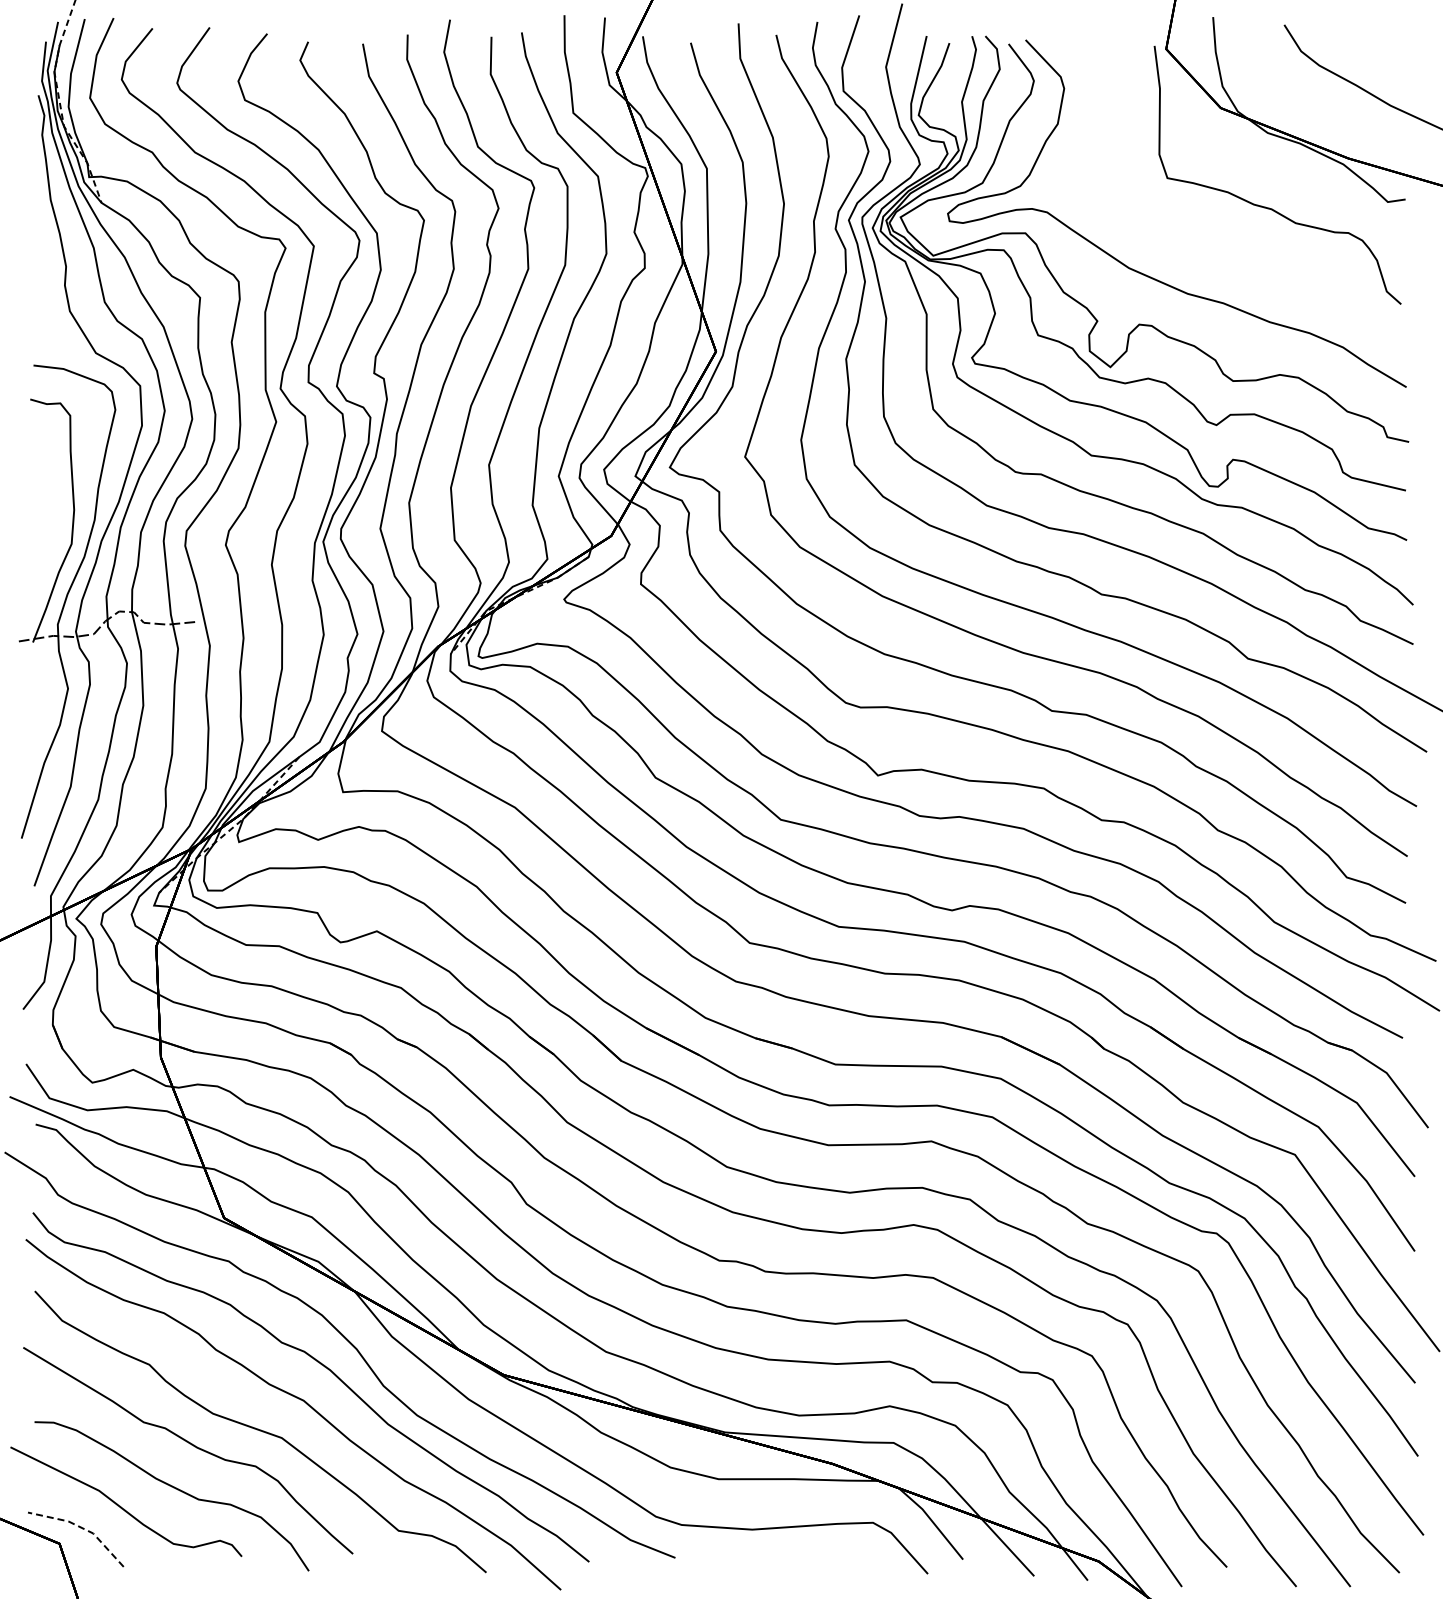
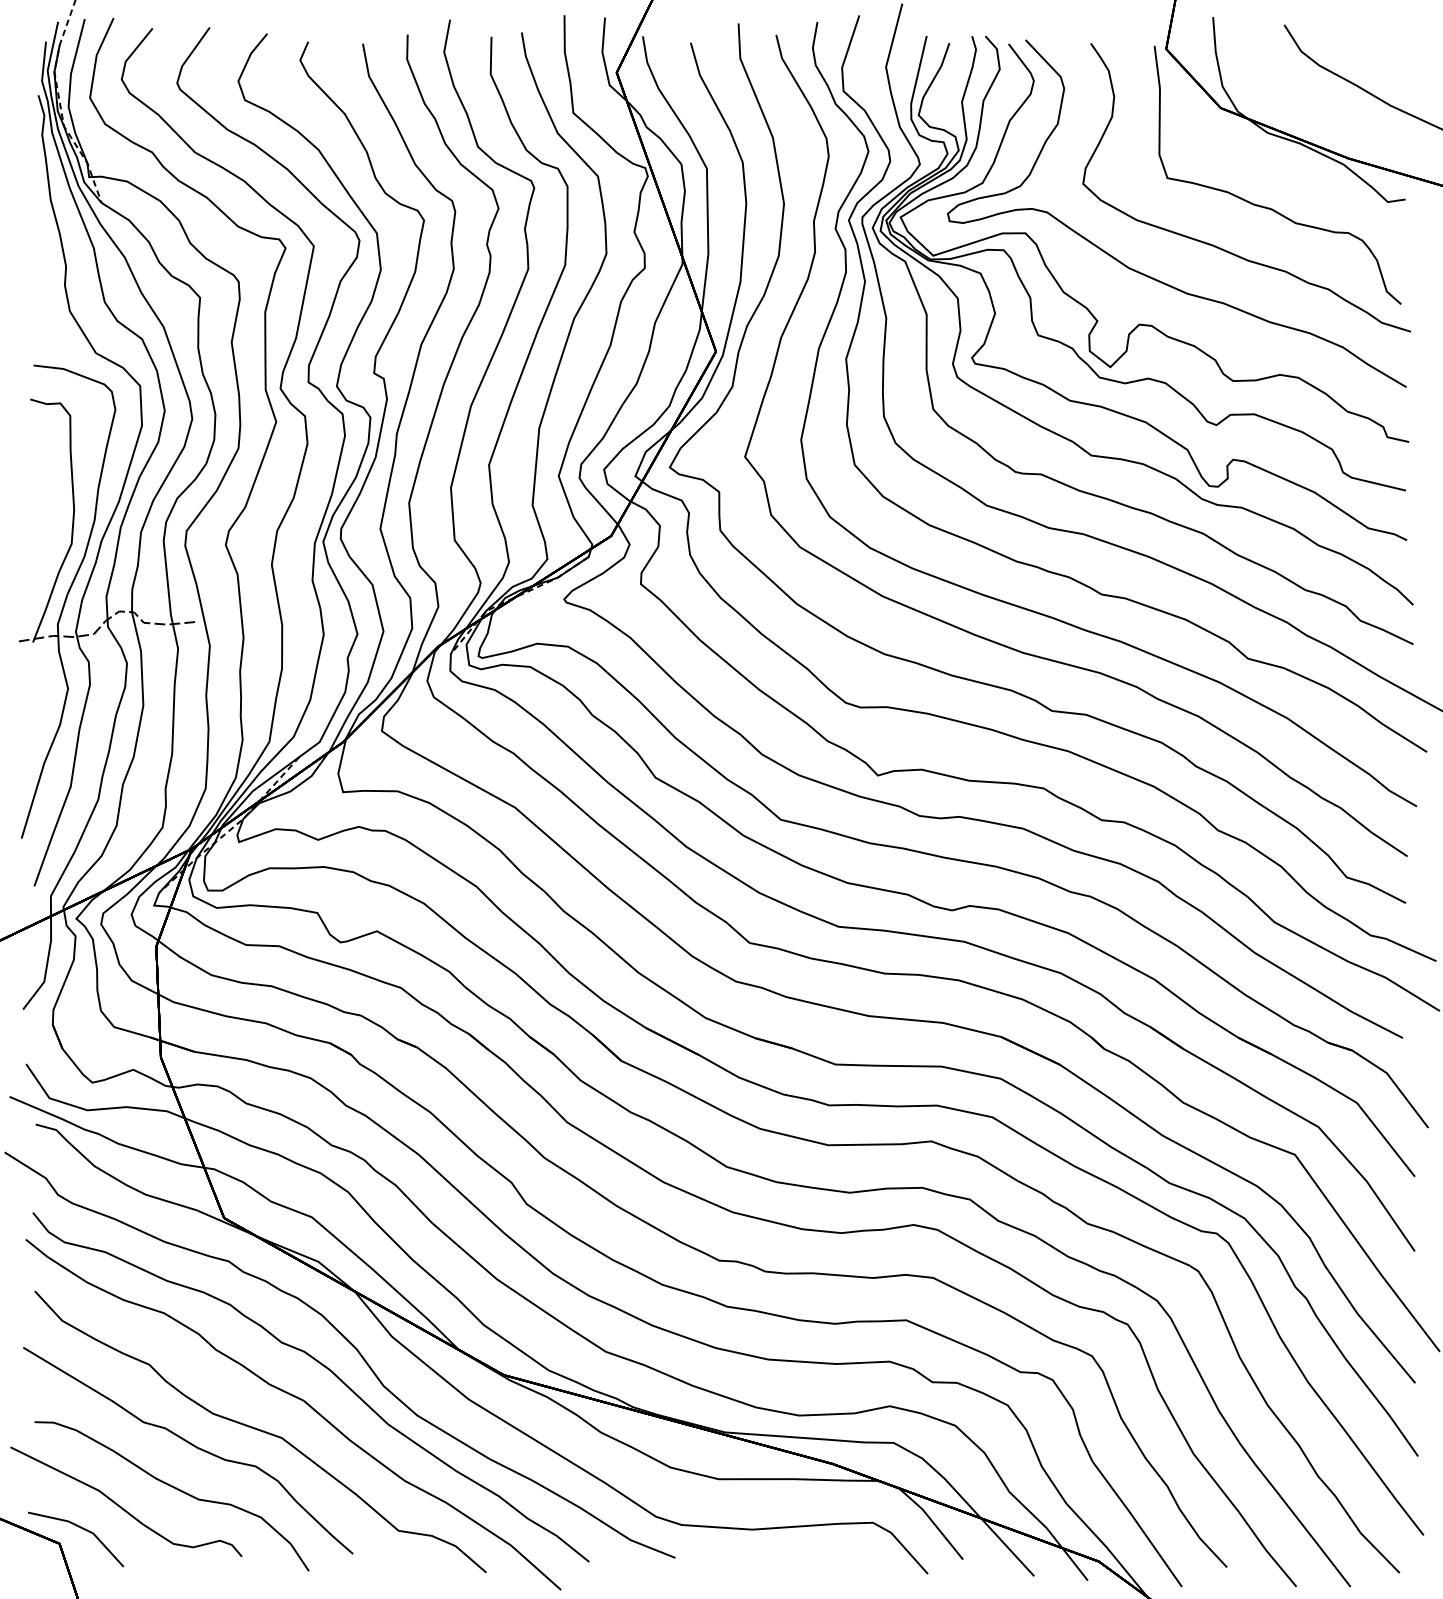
curve at (1220, 247): none -> present
line at (82, 1528): dashed -> solid
